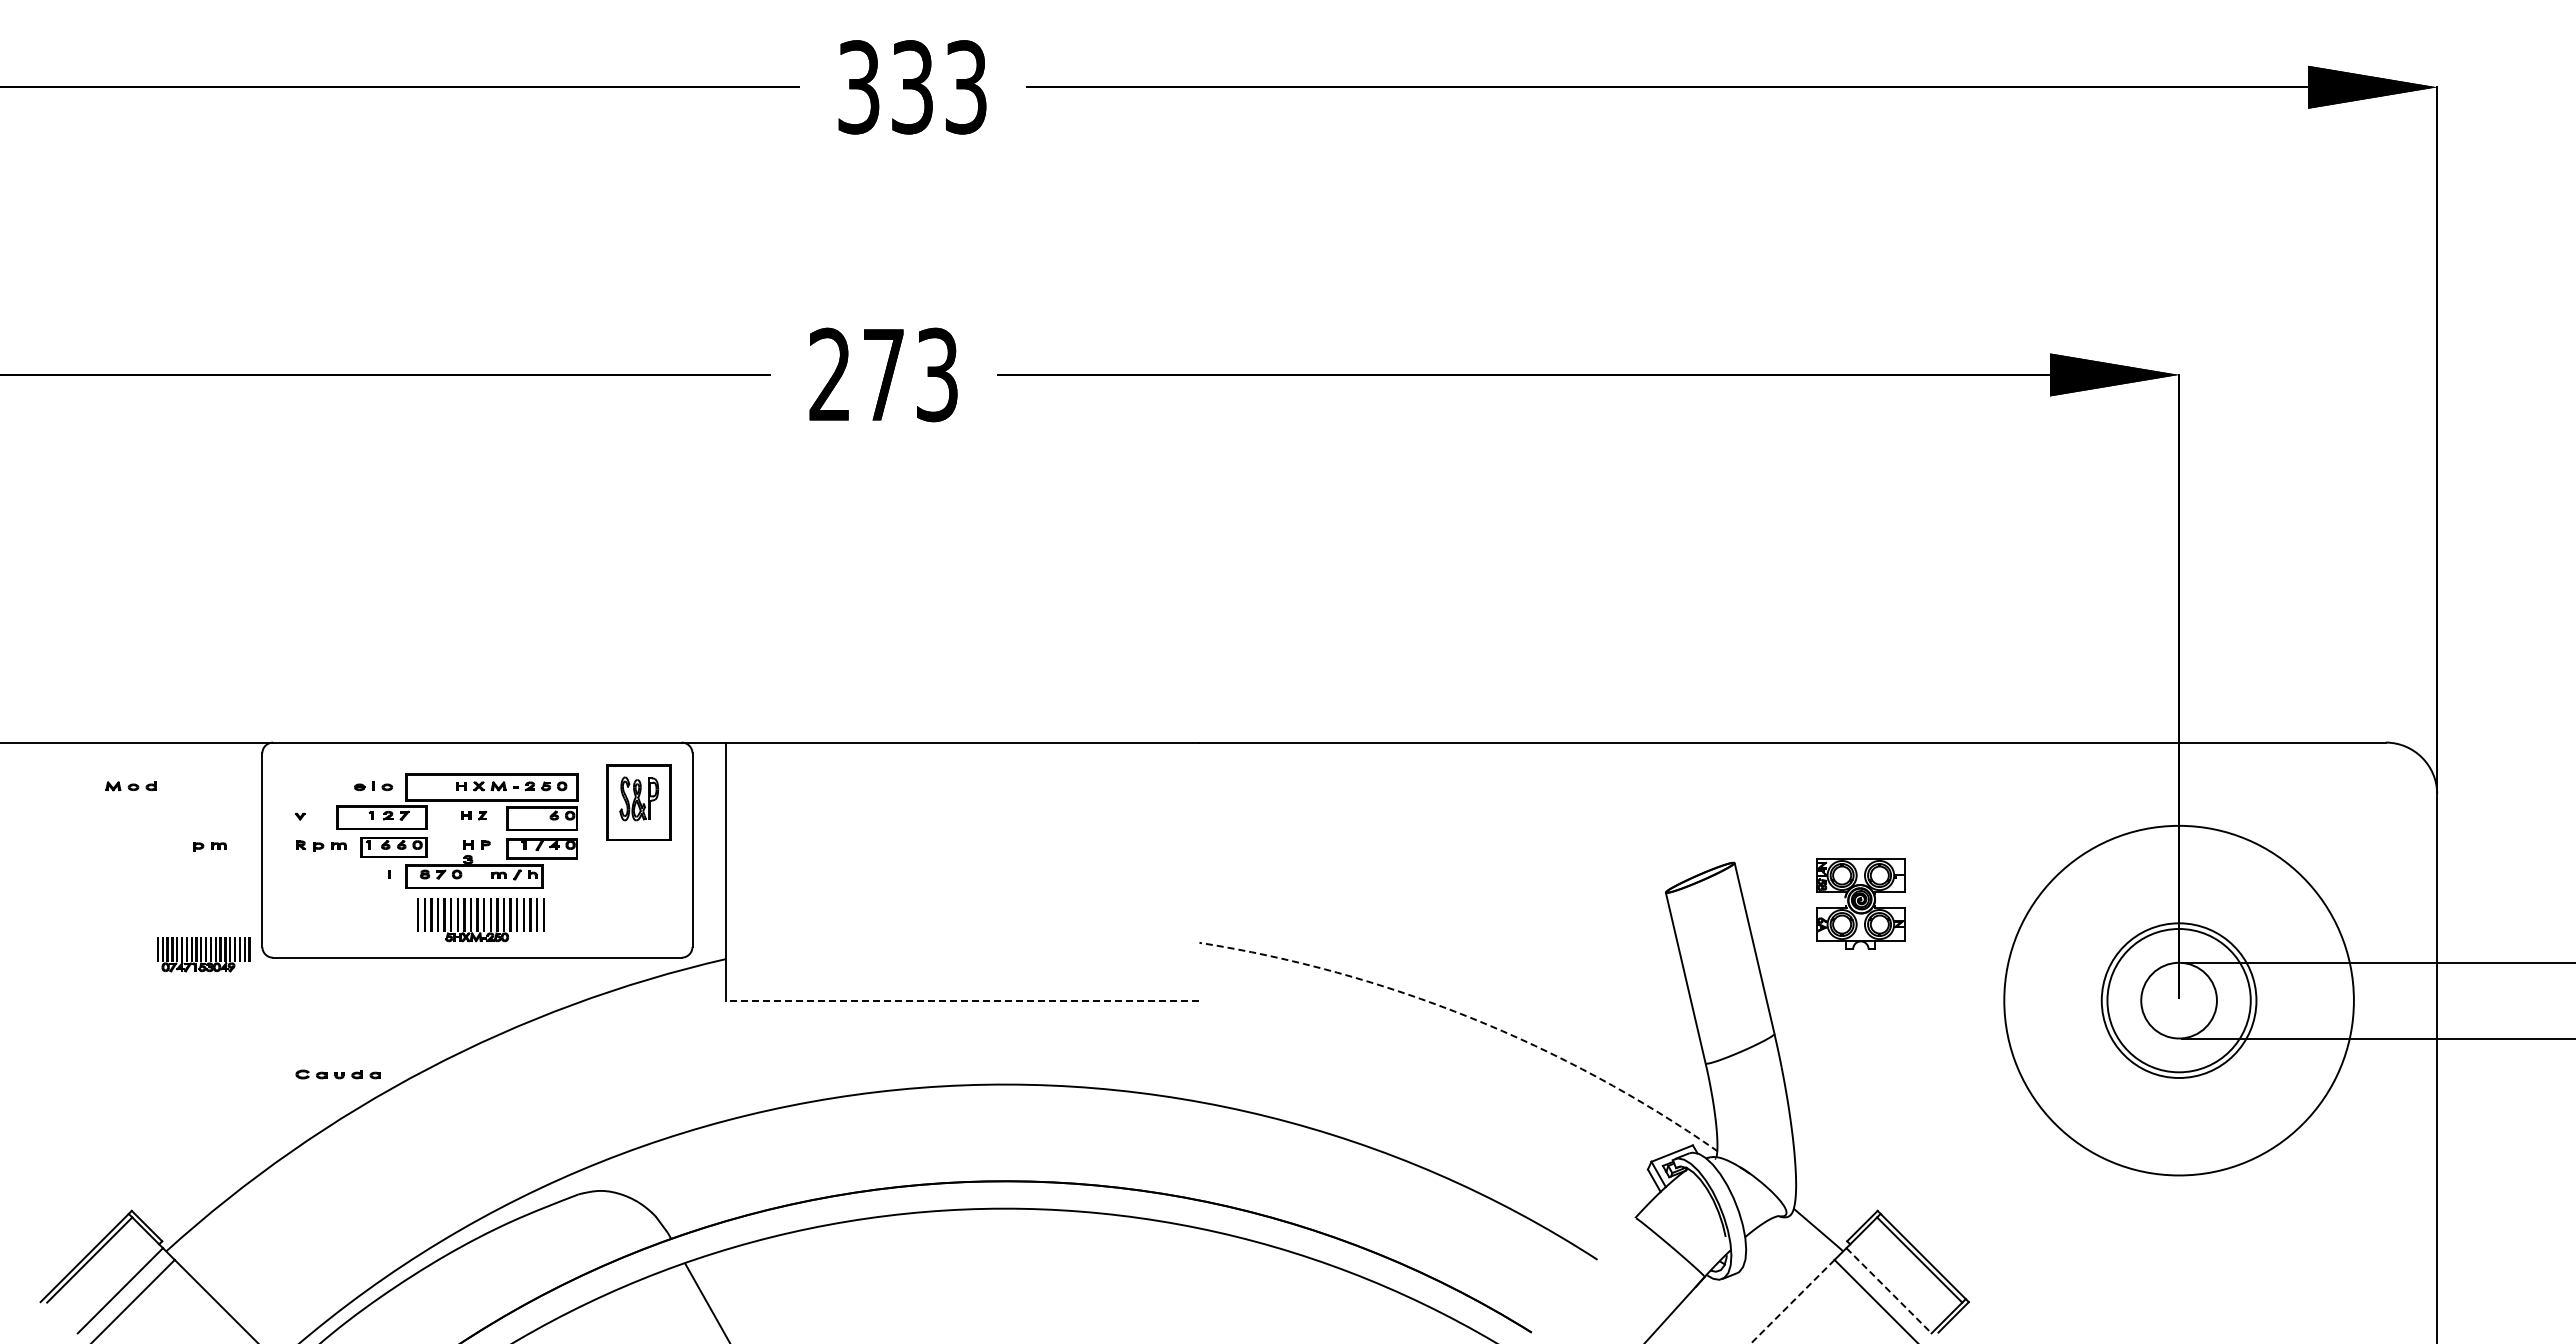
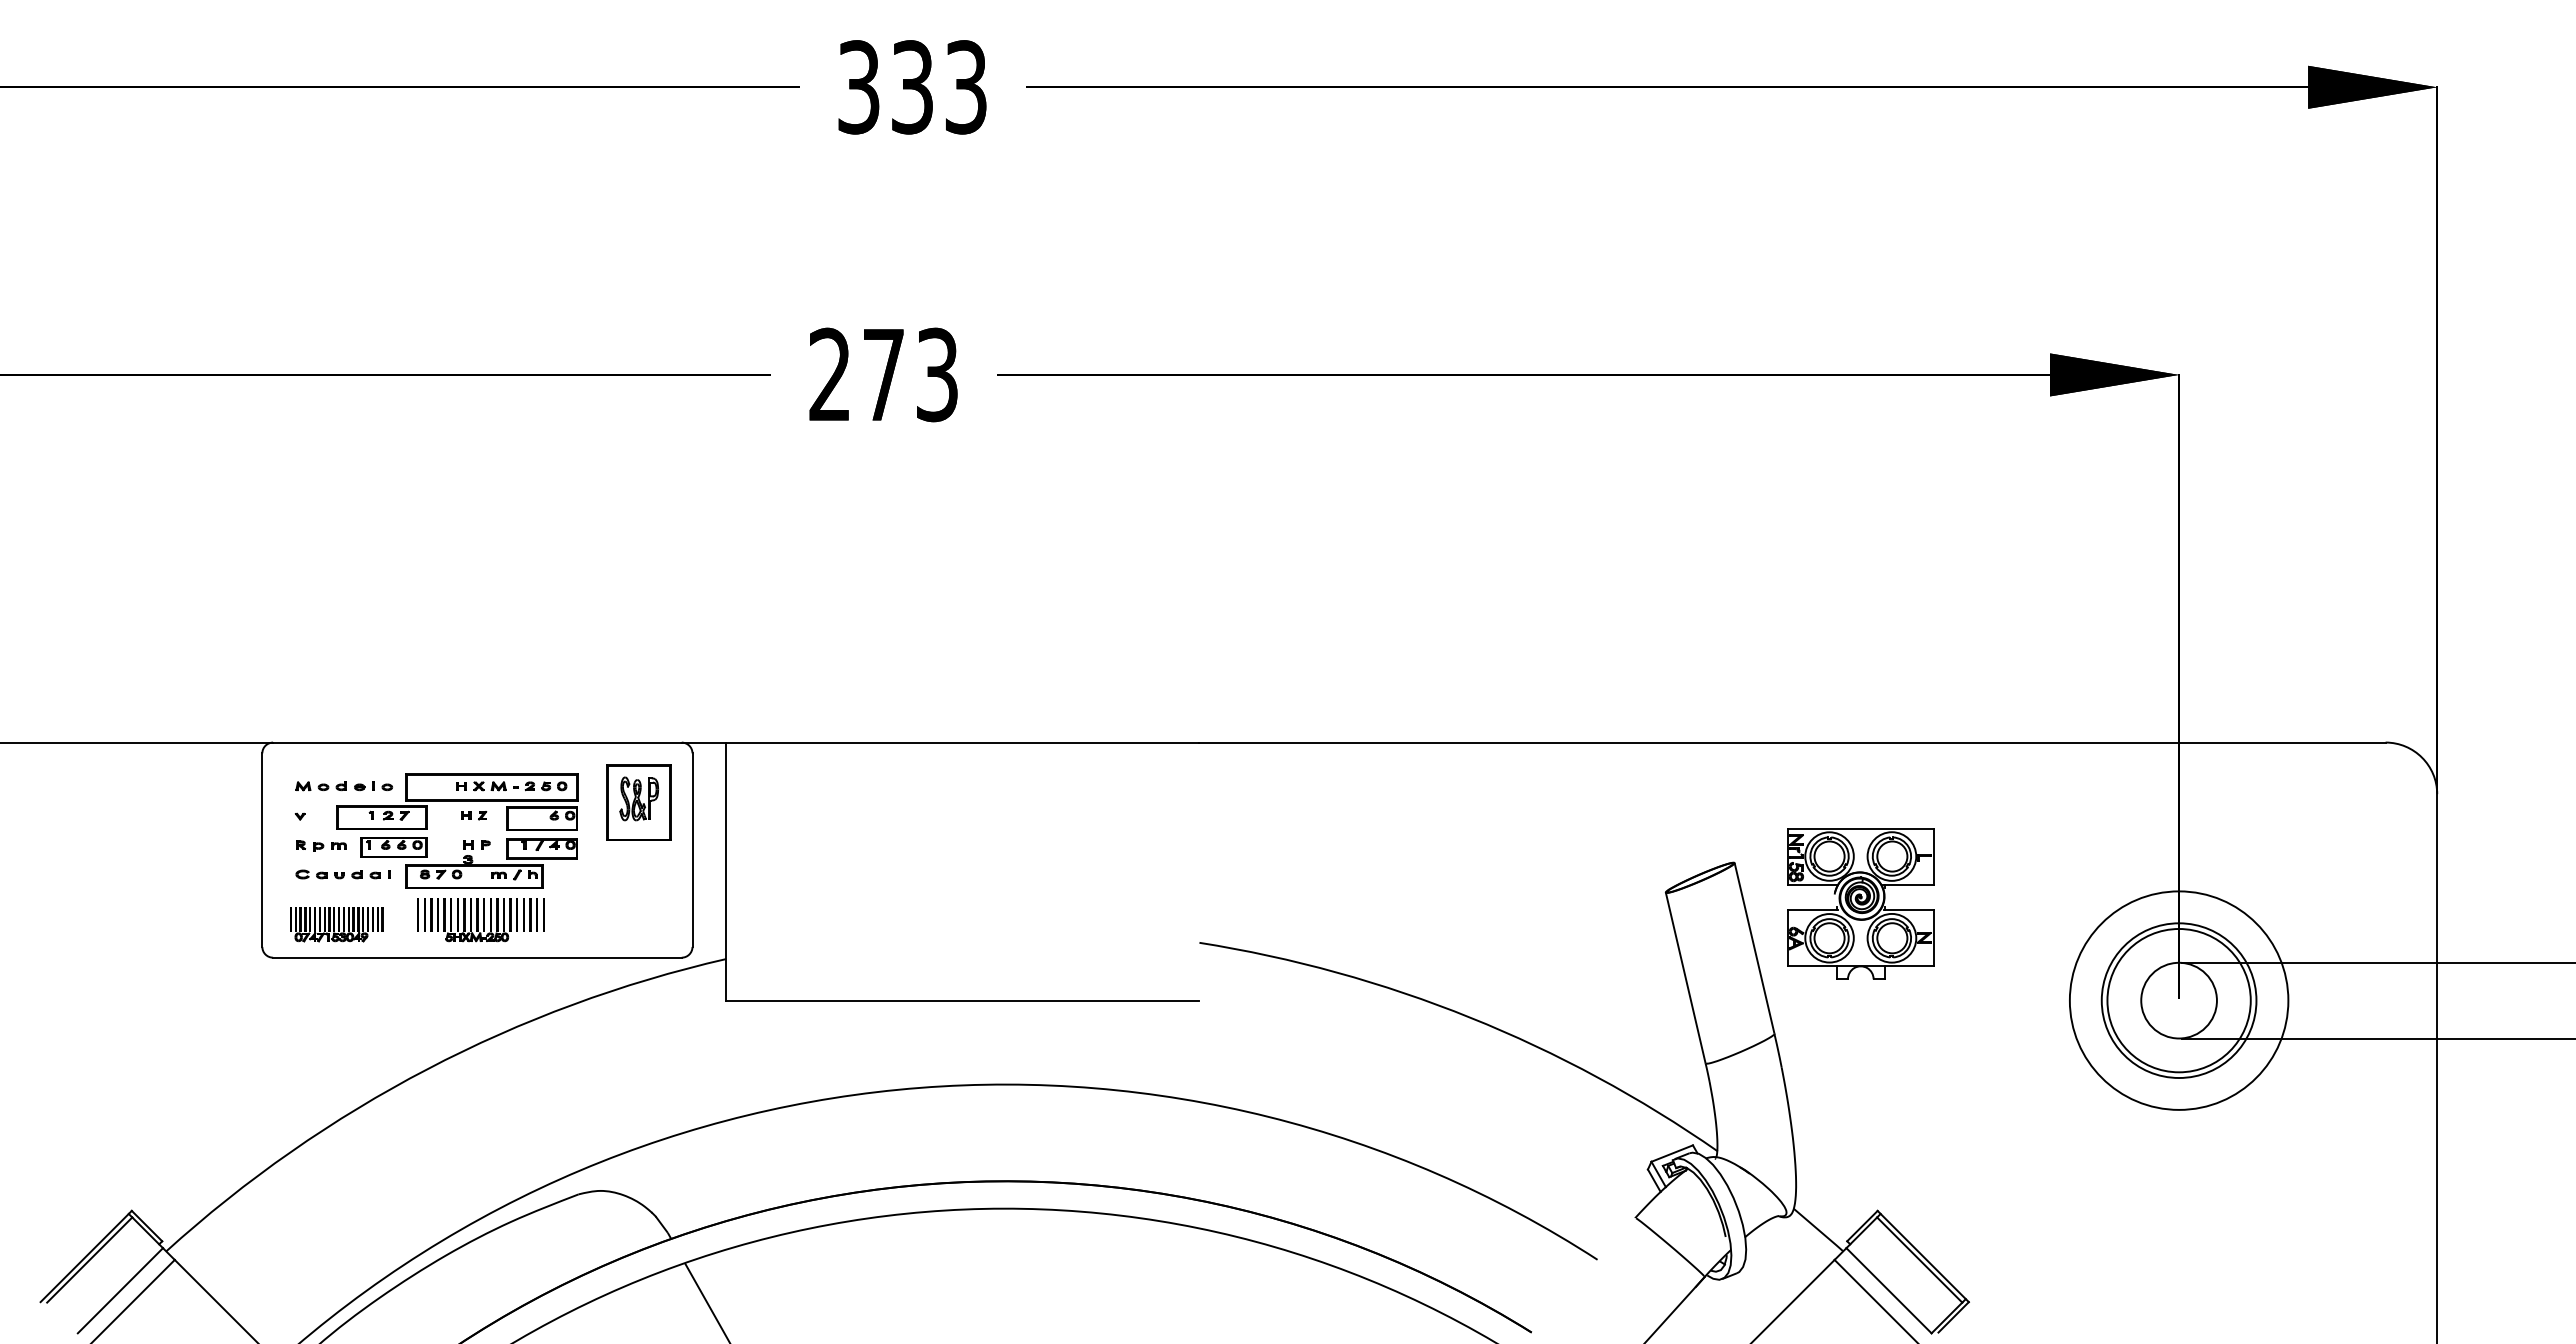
part at (130, 786) position: (130, 786) -> (320, 786)
part at (209, 846): present -> none
part at (1860, 903) size: 90x92 px -> 148x152 px
part at (203, 954) position: (203, 954) -> (336, 924)
line at (962, 1000): dashed -> solid
circle at (2178, 1000) diameter: 350 px -> 219 px
arc at (1470, 1017): dashed -> solid
part at (337, 1074) position: (337, 1074) -> (337, 874)
line at (1889, 1291): dashed -> solid
line at (1792, 1302): dashed -> solid
